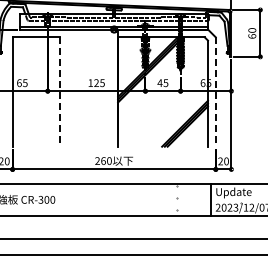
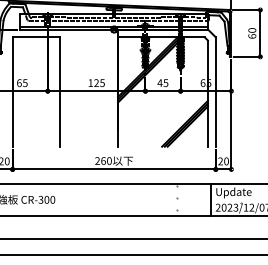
line at (59, 92): dashed -> solid
line at (215, 92): dashed -> solid
